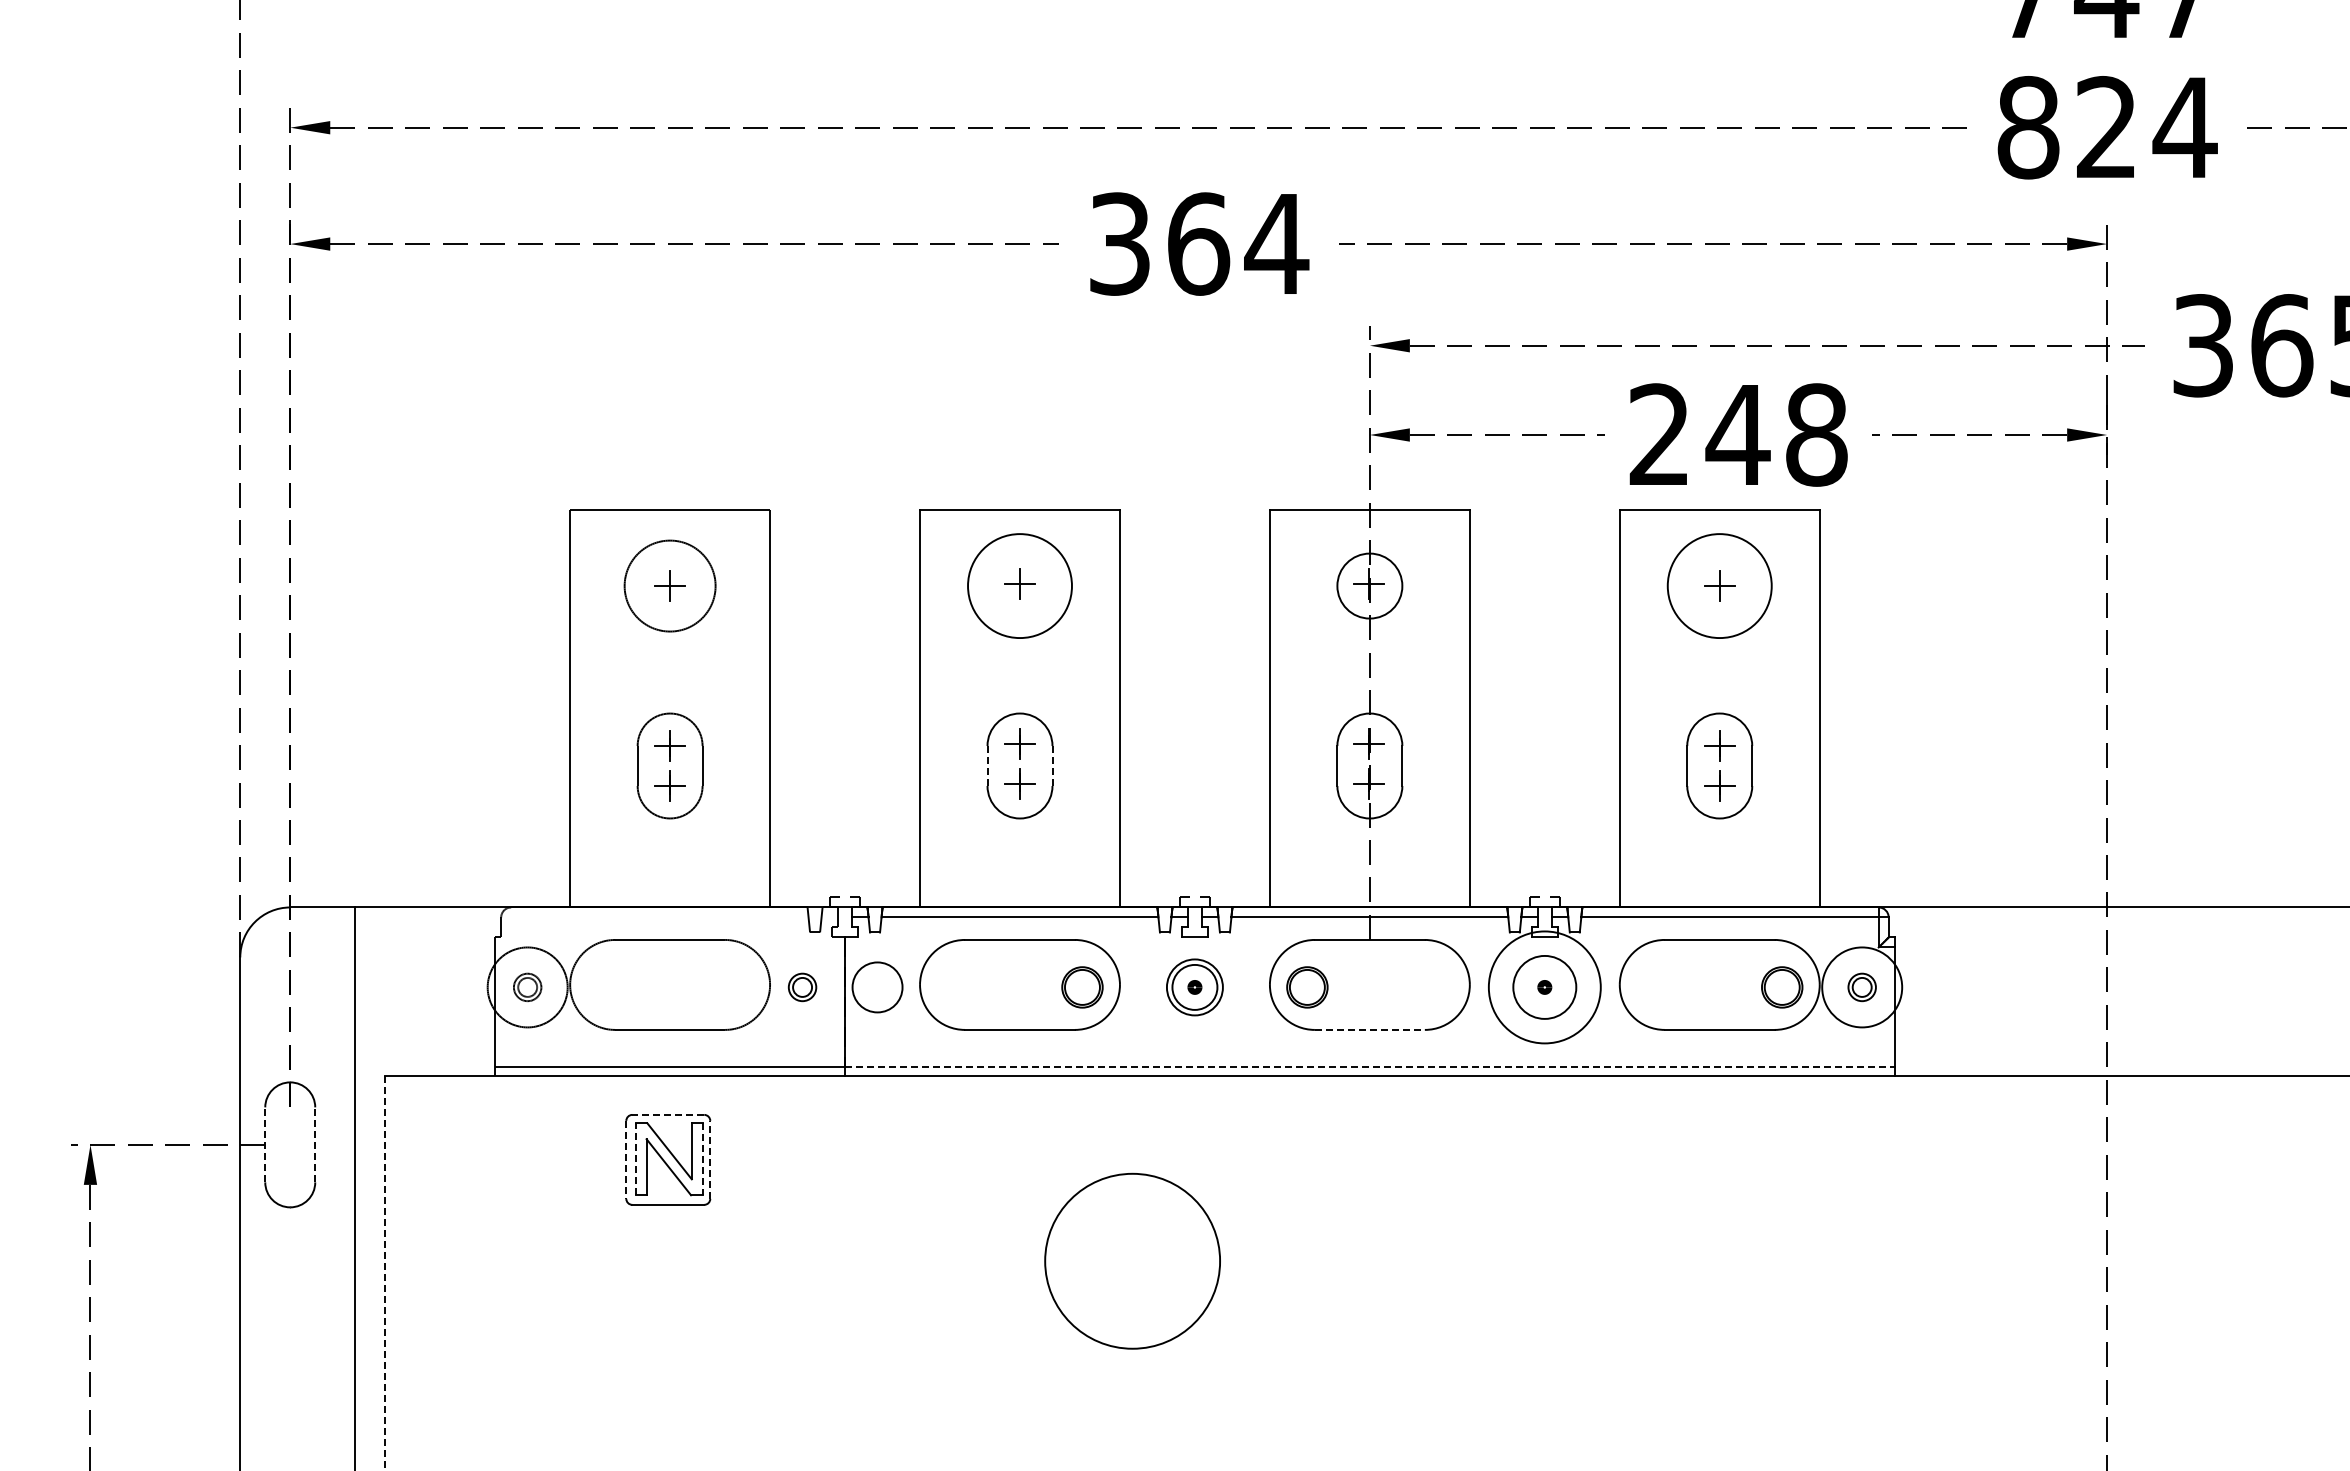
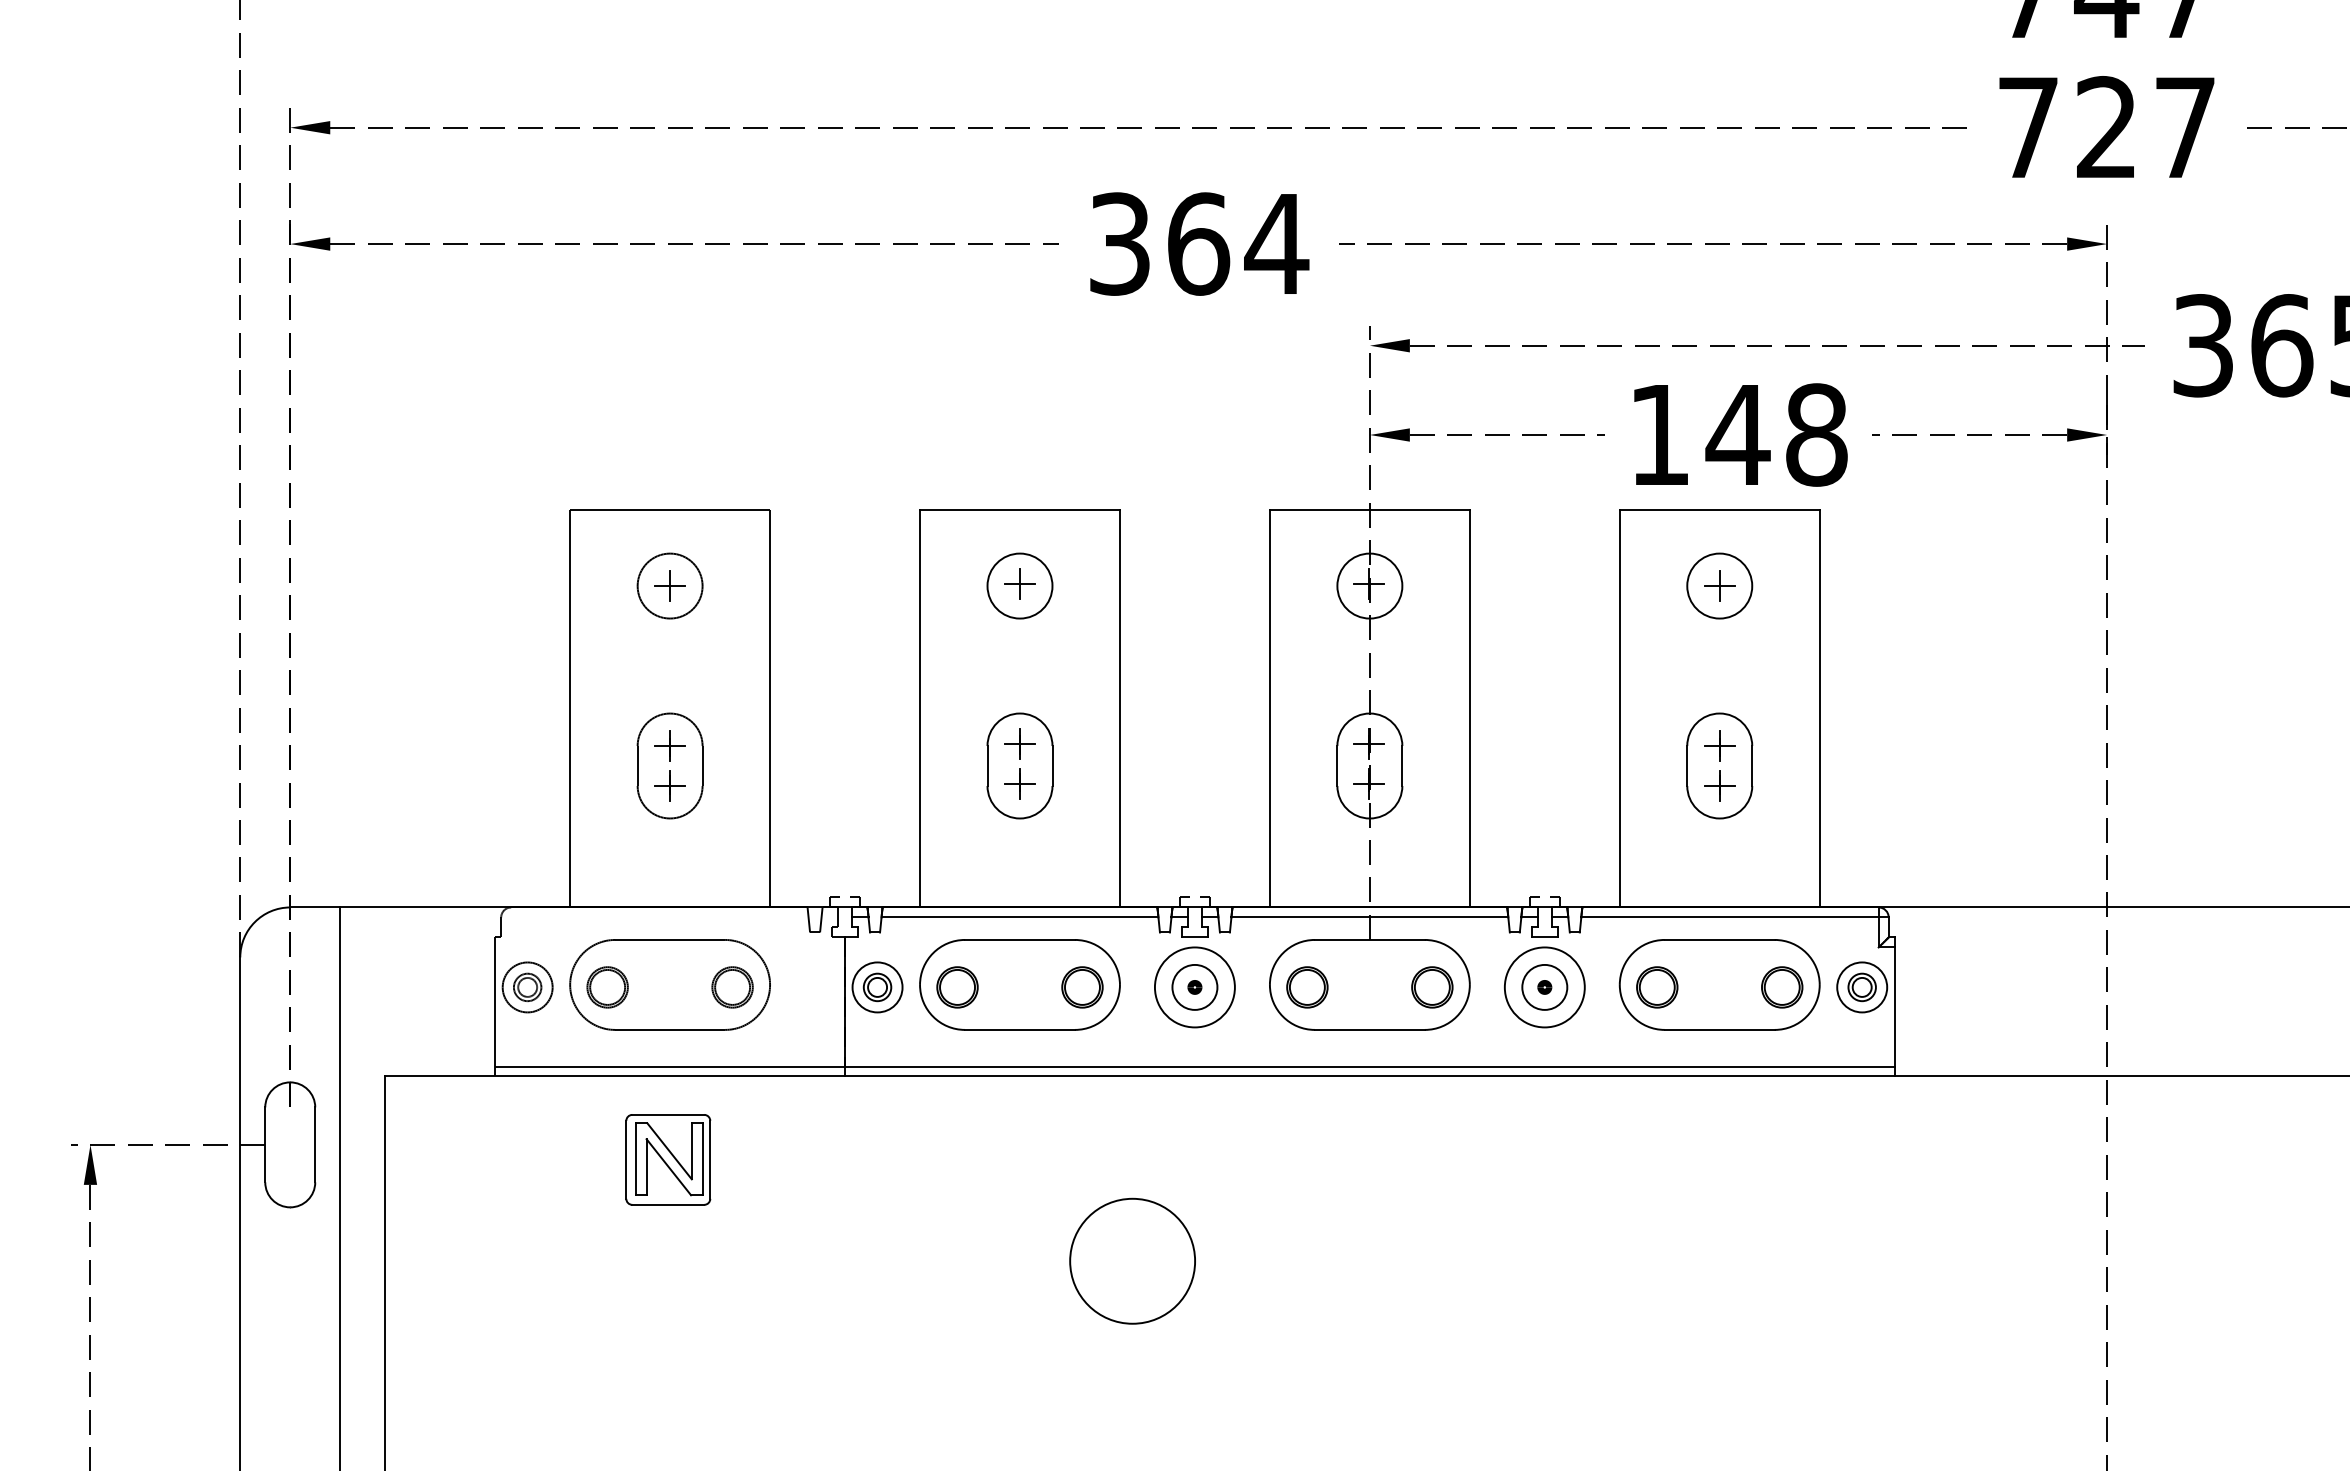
text at (2107, 127): 824 -> 727
text at (1658, 433): 248 -> 148
circle at (669, 585) diameter: 91 px -> 65 px
circle at (1019, 586) diameter: 104 px -> 65 px
circle at (1719, 586) diameter: 104 px -> 65 px
line at (987, 766): dashed -> solid
line at (1052, 766): dashed -> solid
circle at (1544, 986) diameter: 63 px -> 45 px
circle at (527, 987) diameter: 80 px -> 50 px
part at (607, 987): none -> present
part at (732, 987): none -> present
part at (802, 987) position: (802, 987) -> (877, 987)
part at (957, 987): none -> present
circle at (1194, 987) diameter: 56 px -> 80 px
part at (1432, 987): none -> present
circle at (1544, 987) diameter: 112 px -> 80 px
part at (1657, 987): none -> present
circle at (1862, 987) diameter: 80 px -> 50 px
line at (1369, 1029): dashed -> solid
line at (1369, 1067): dashed -> solid
line at (668, 1114): dashed -> solid
line at (265, 1144): dashed -> solid
line at (315, 1144): dashed -> solid
line at (626, 1159): dashed -> solid
line at (635, 1159): dashed -> solid
line at (702, 1159): dashed -> solid
line at (710, 1159): dashed -> solid
line at (355, 1187) position: (355, 1187) -> (340, 1187)
circle at (1132, 1260) diameter: 175 px -> 125 px
line at (385, 1273): dashed -> solid
